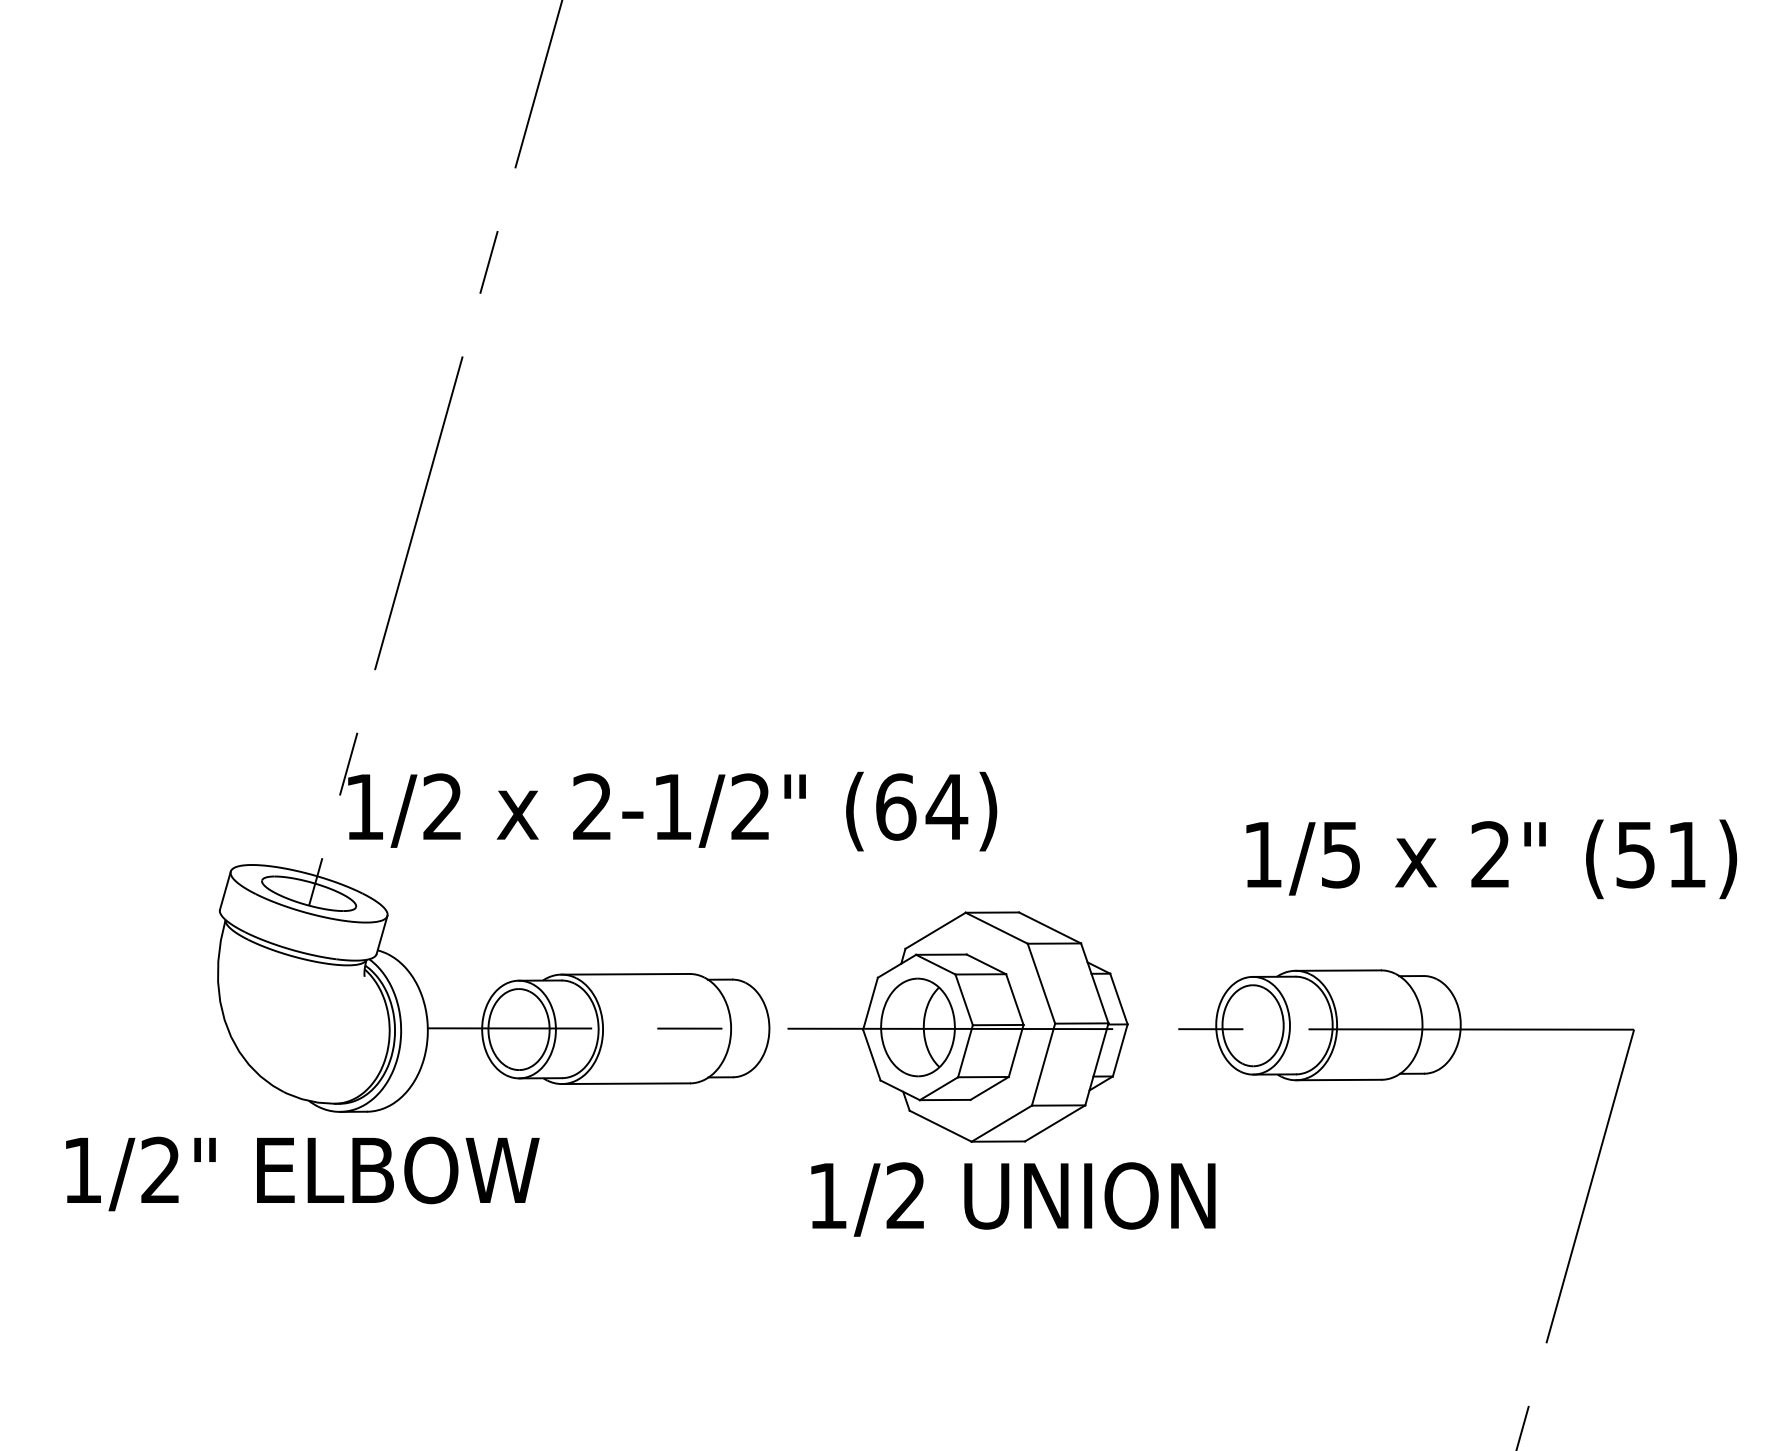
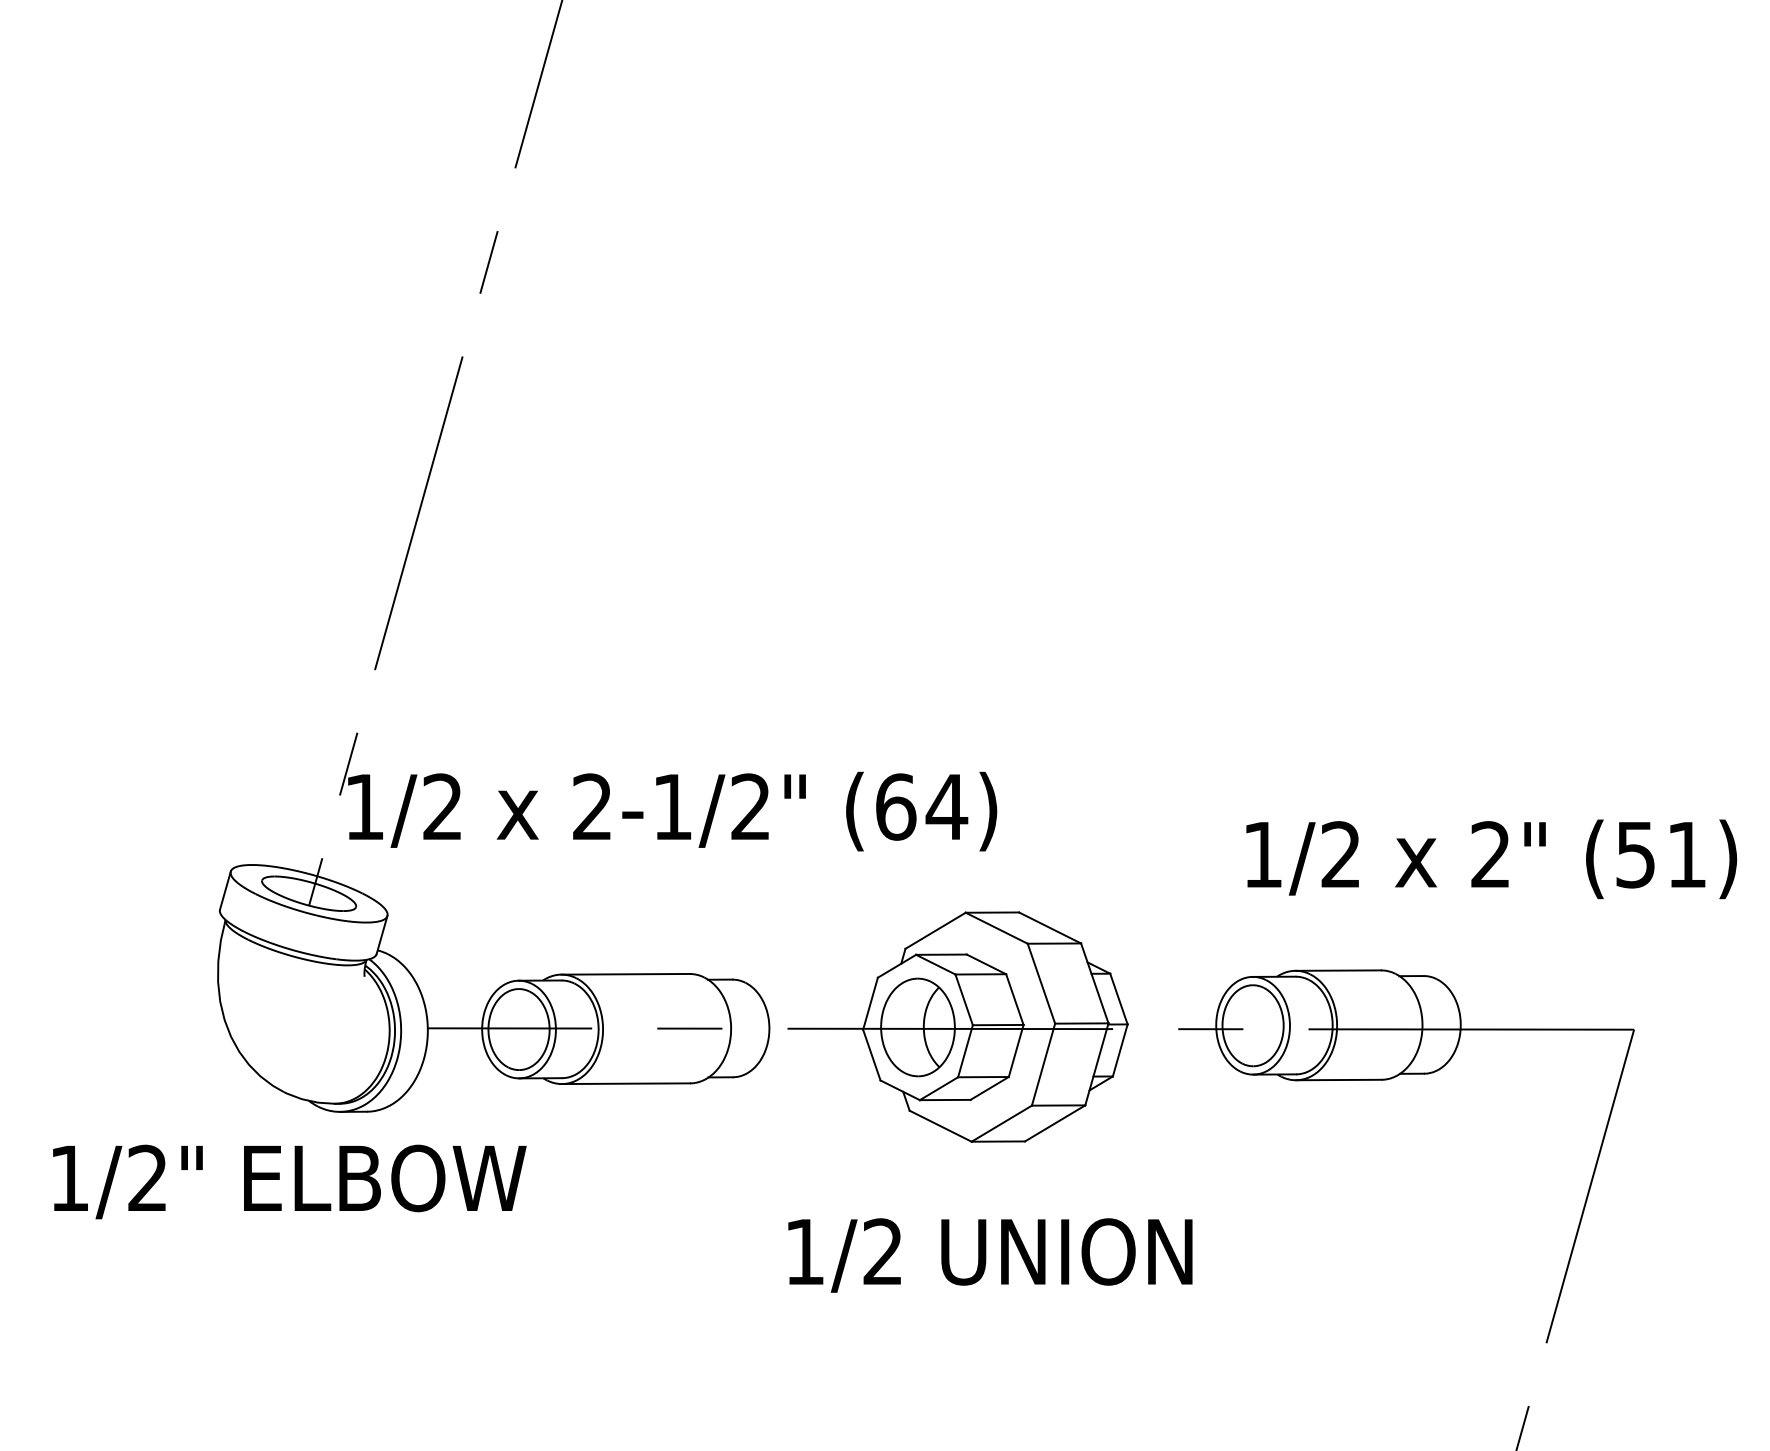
text at (1340, 854): 1/5 -> 1/2
text at (302, 1173) position: (302, 1173) -> (289, 1181)
text at (1013, 1199) position: (1013, 1199) -> (990, 1255)
